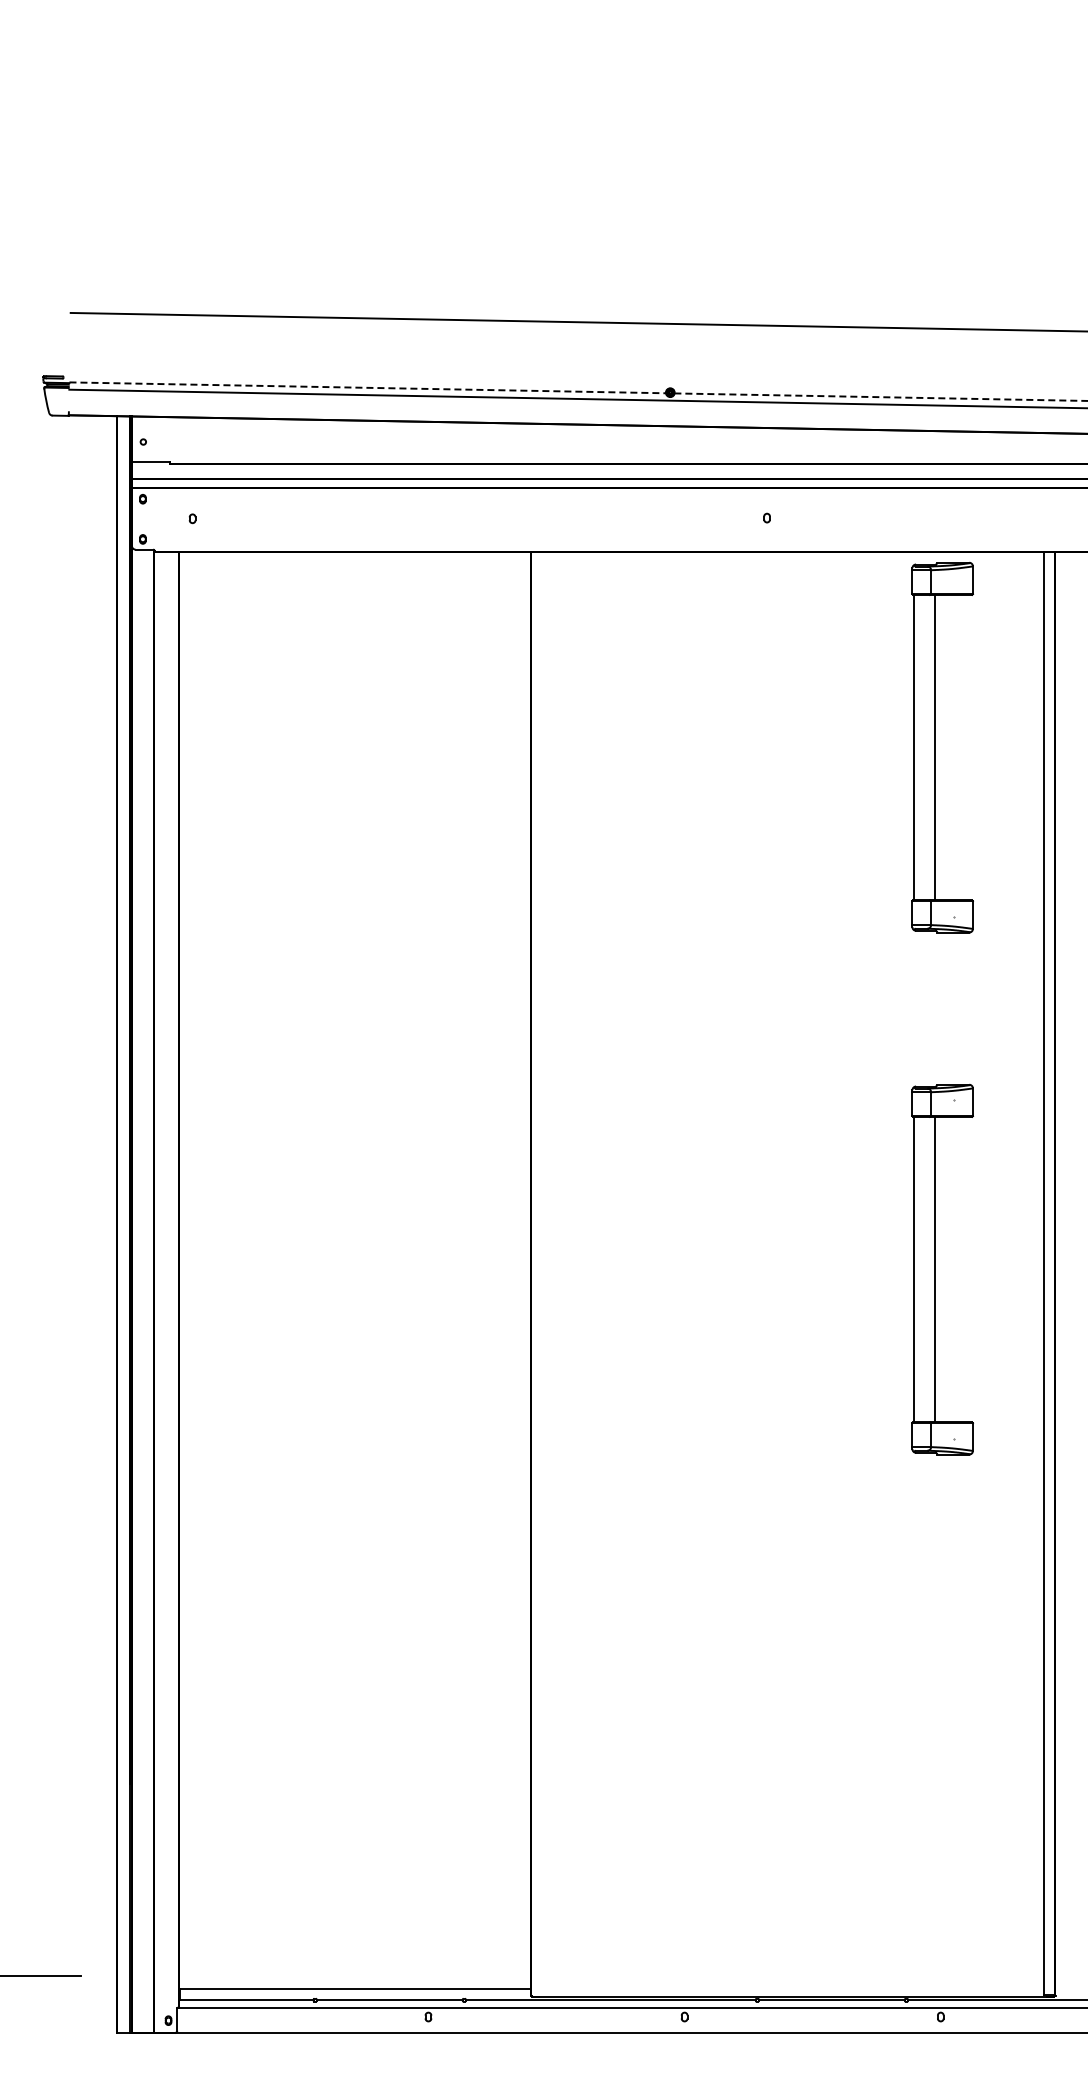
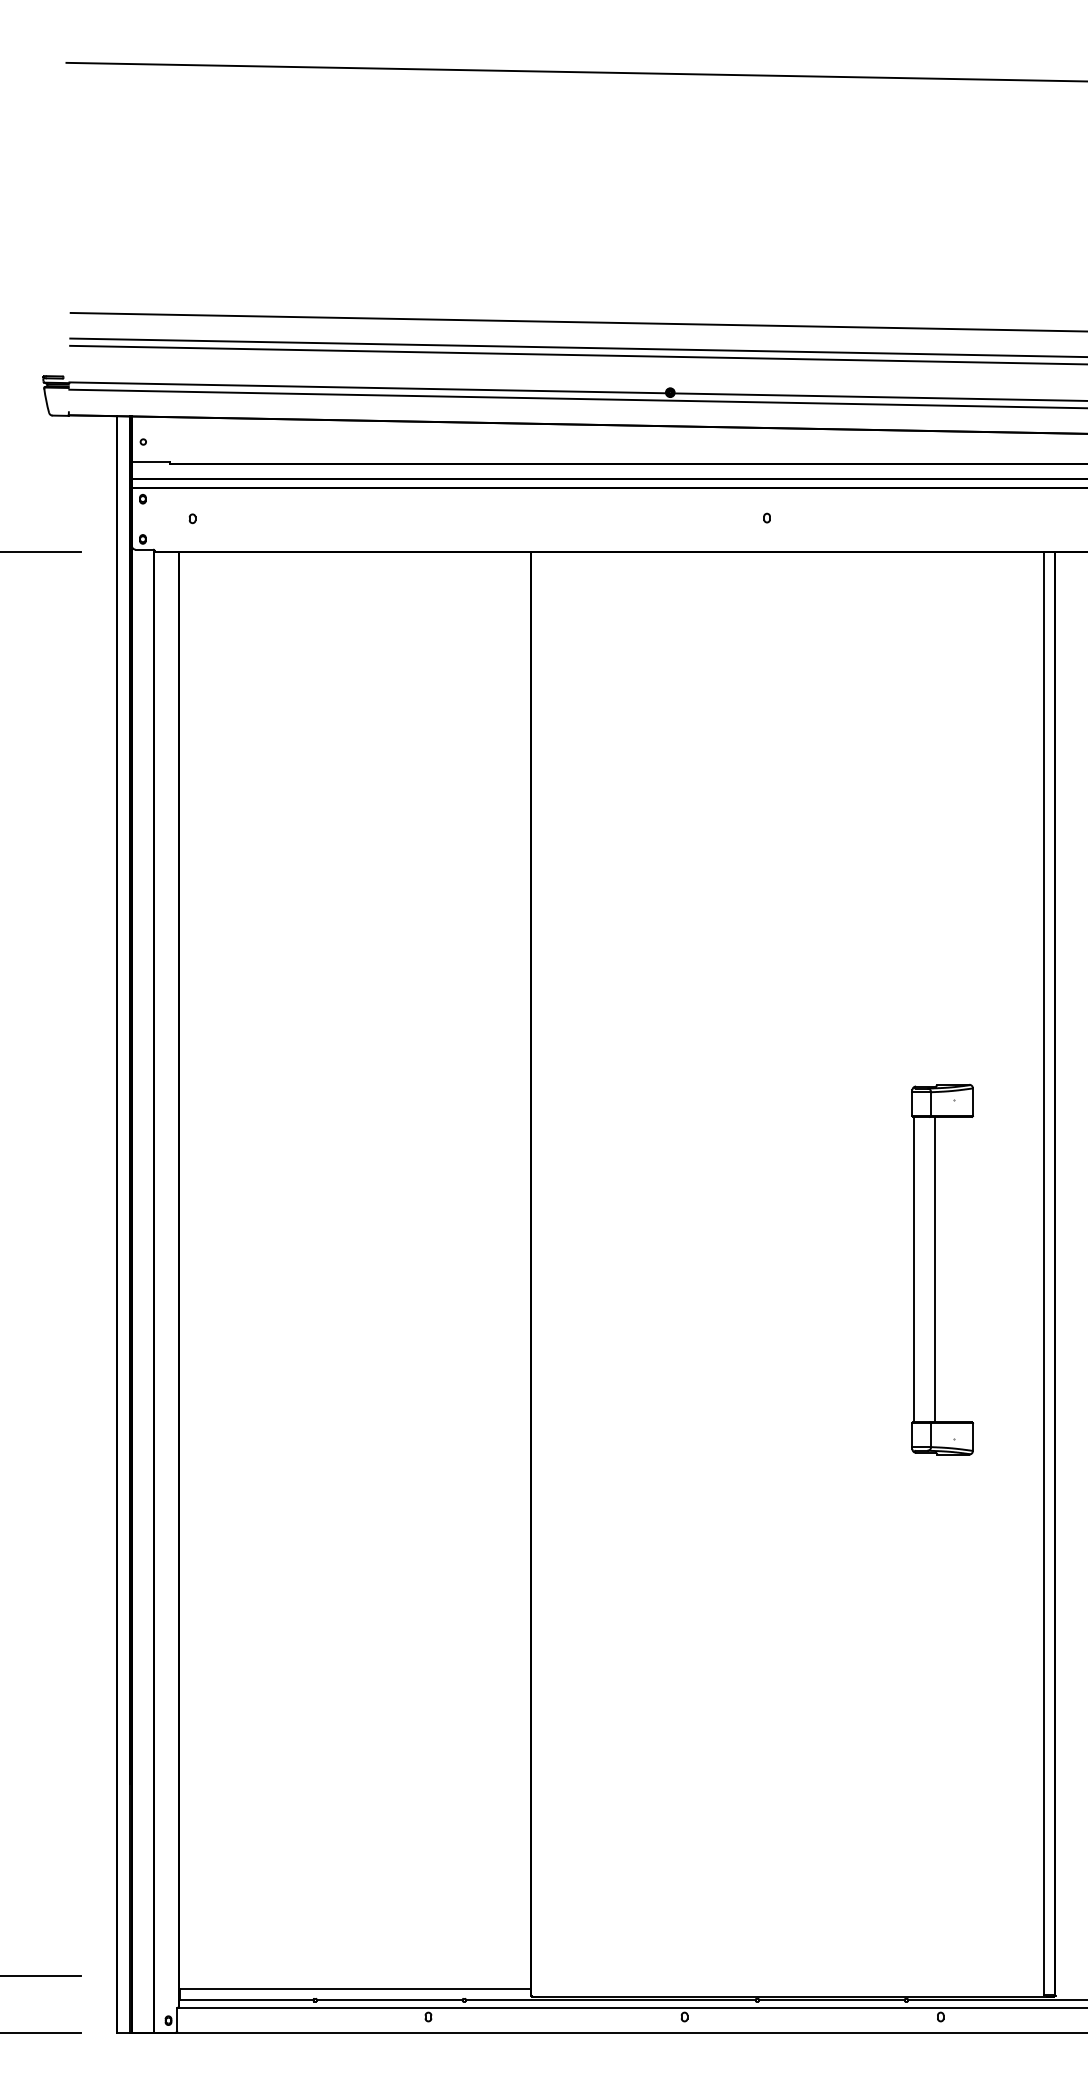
line at (575, 71): none -> present
line at (577, 347): none -> present
line at (577, 354): none -> present
line at (578, 391): dashed -> solid
line at (41, 551): none -> present
part at (935, 747): present -> none
line at (41, 2033): none -> present
